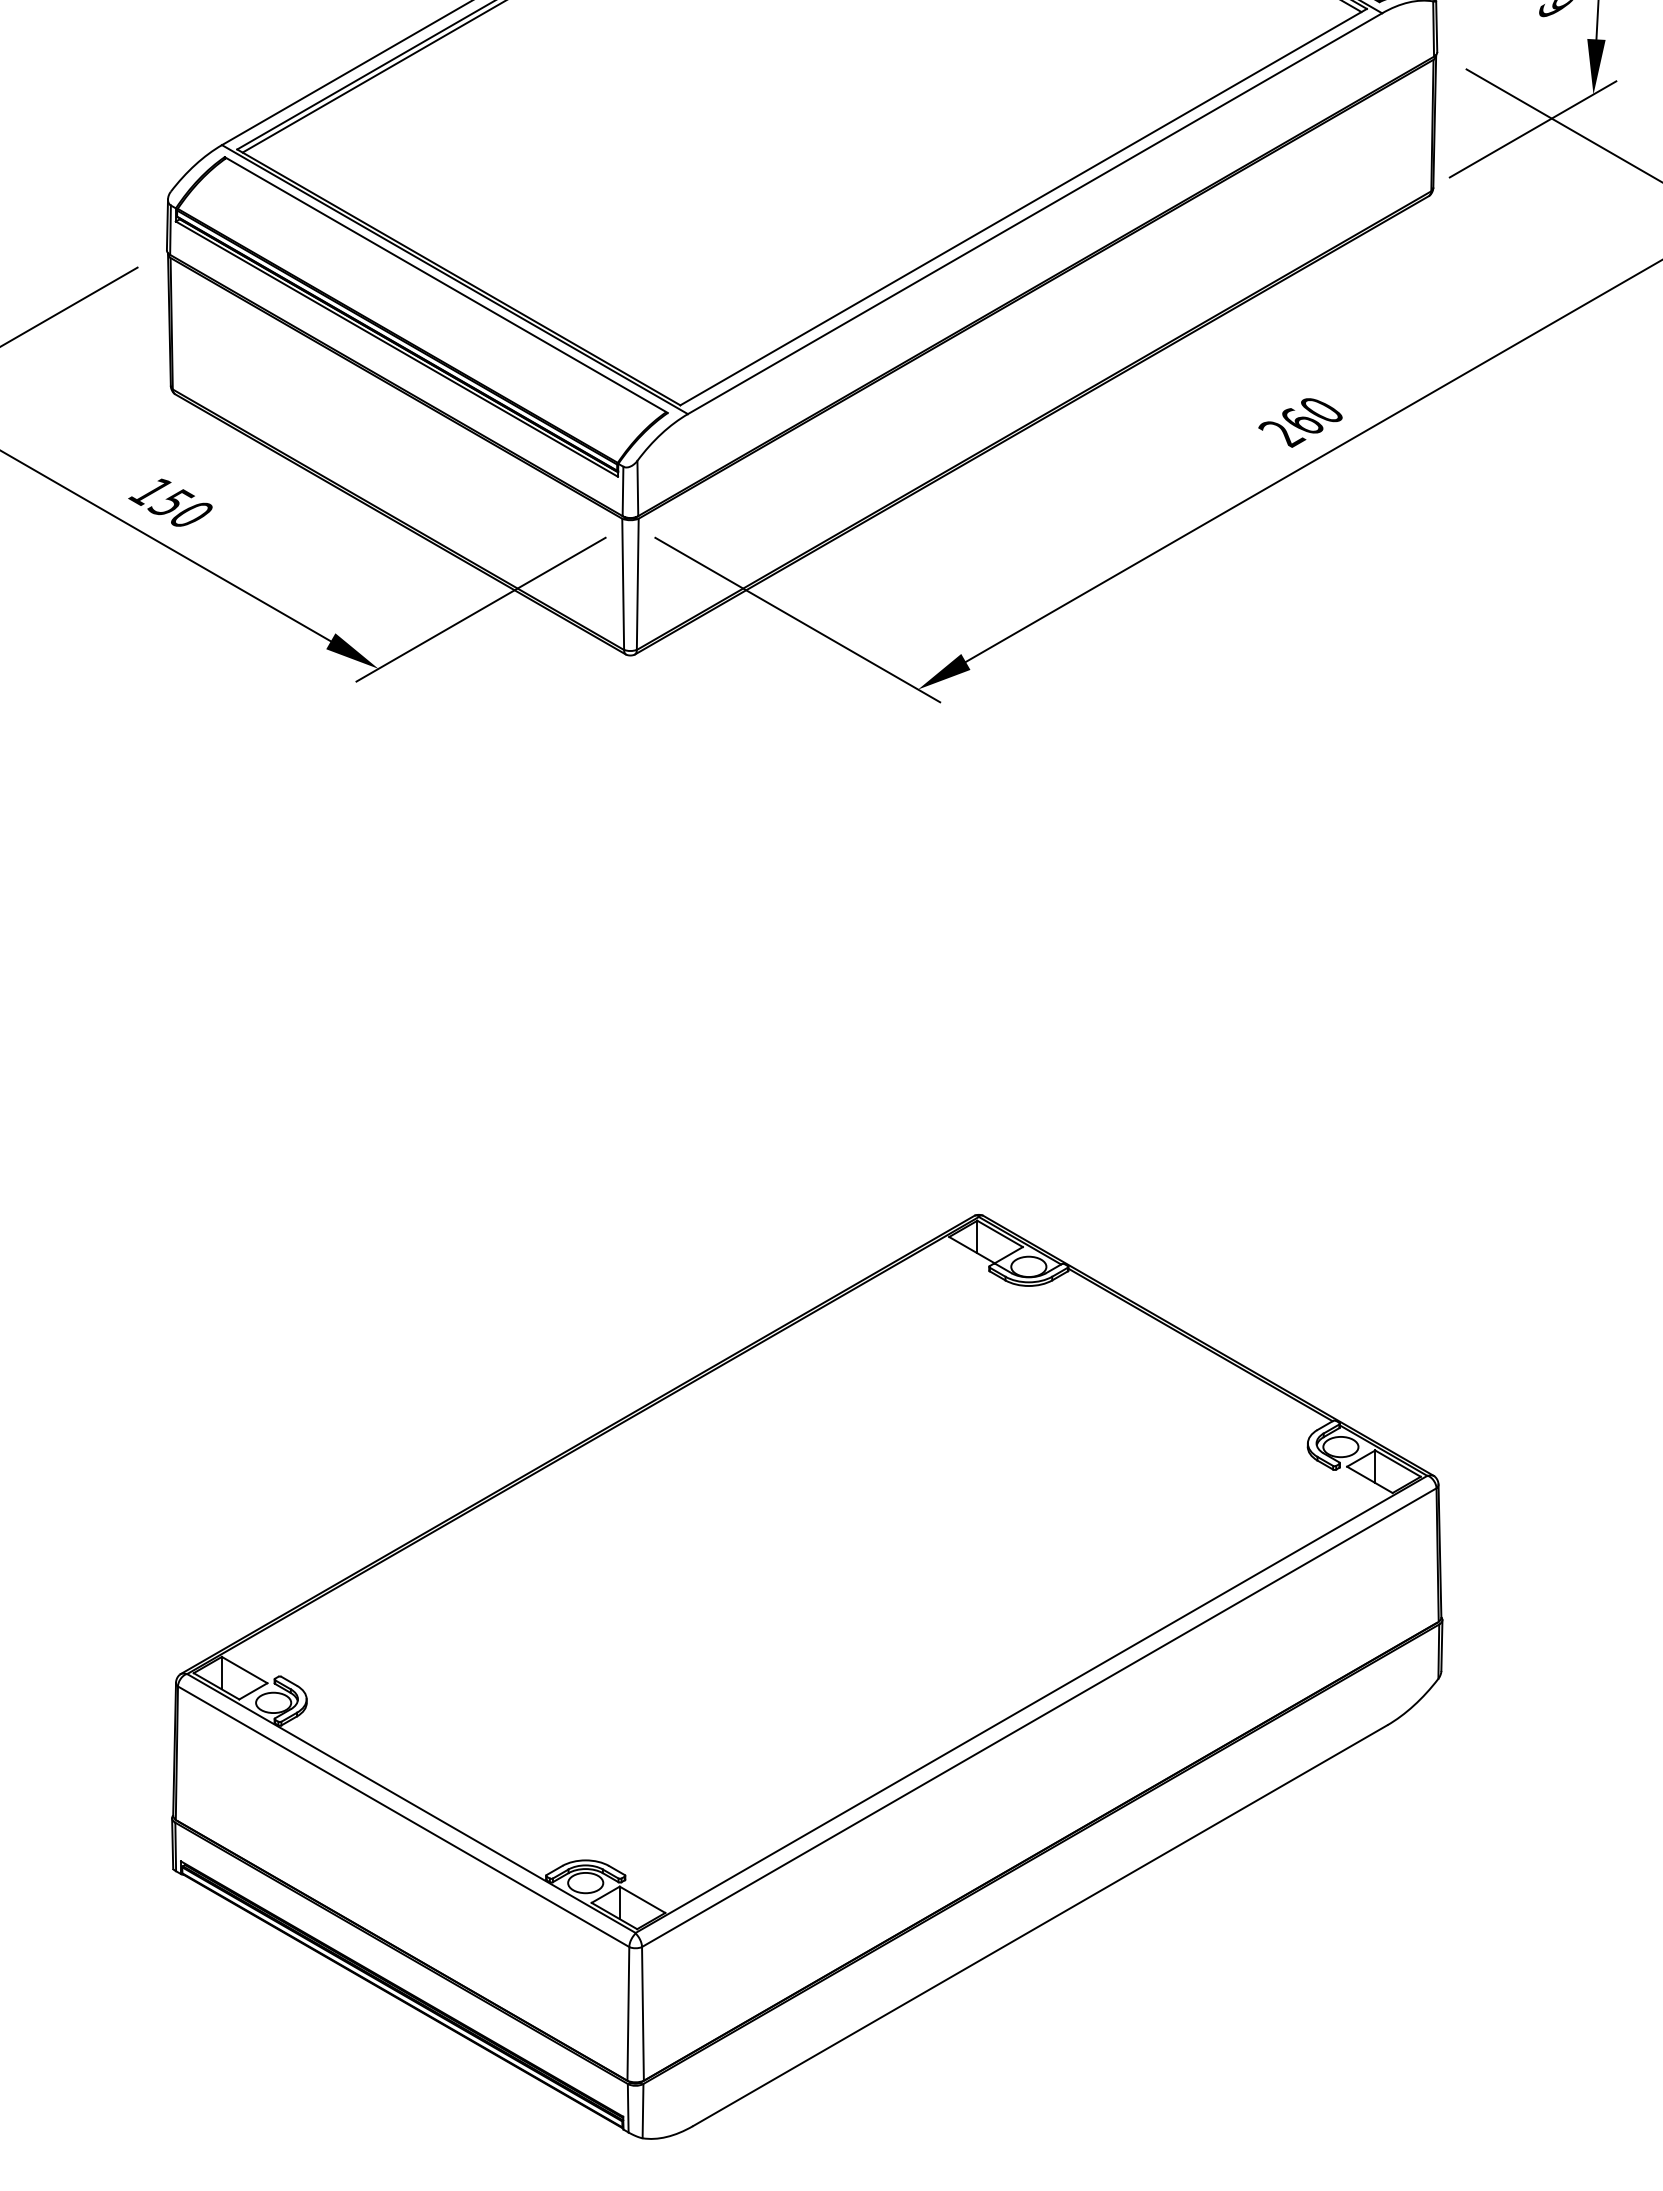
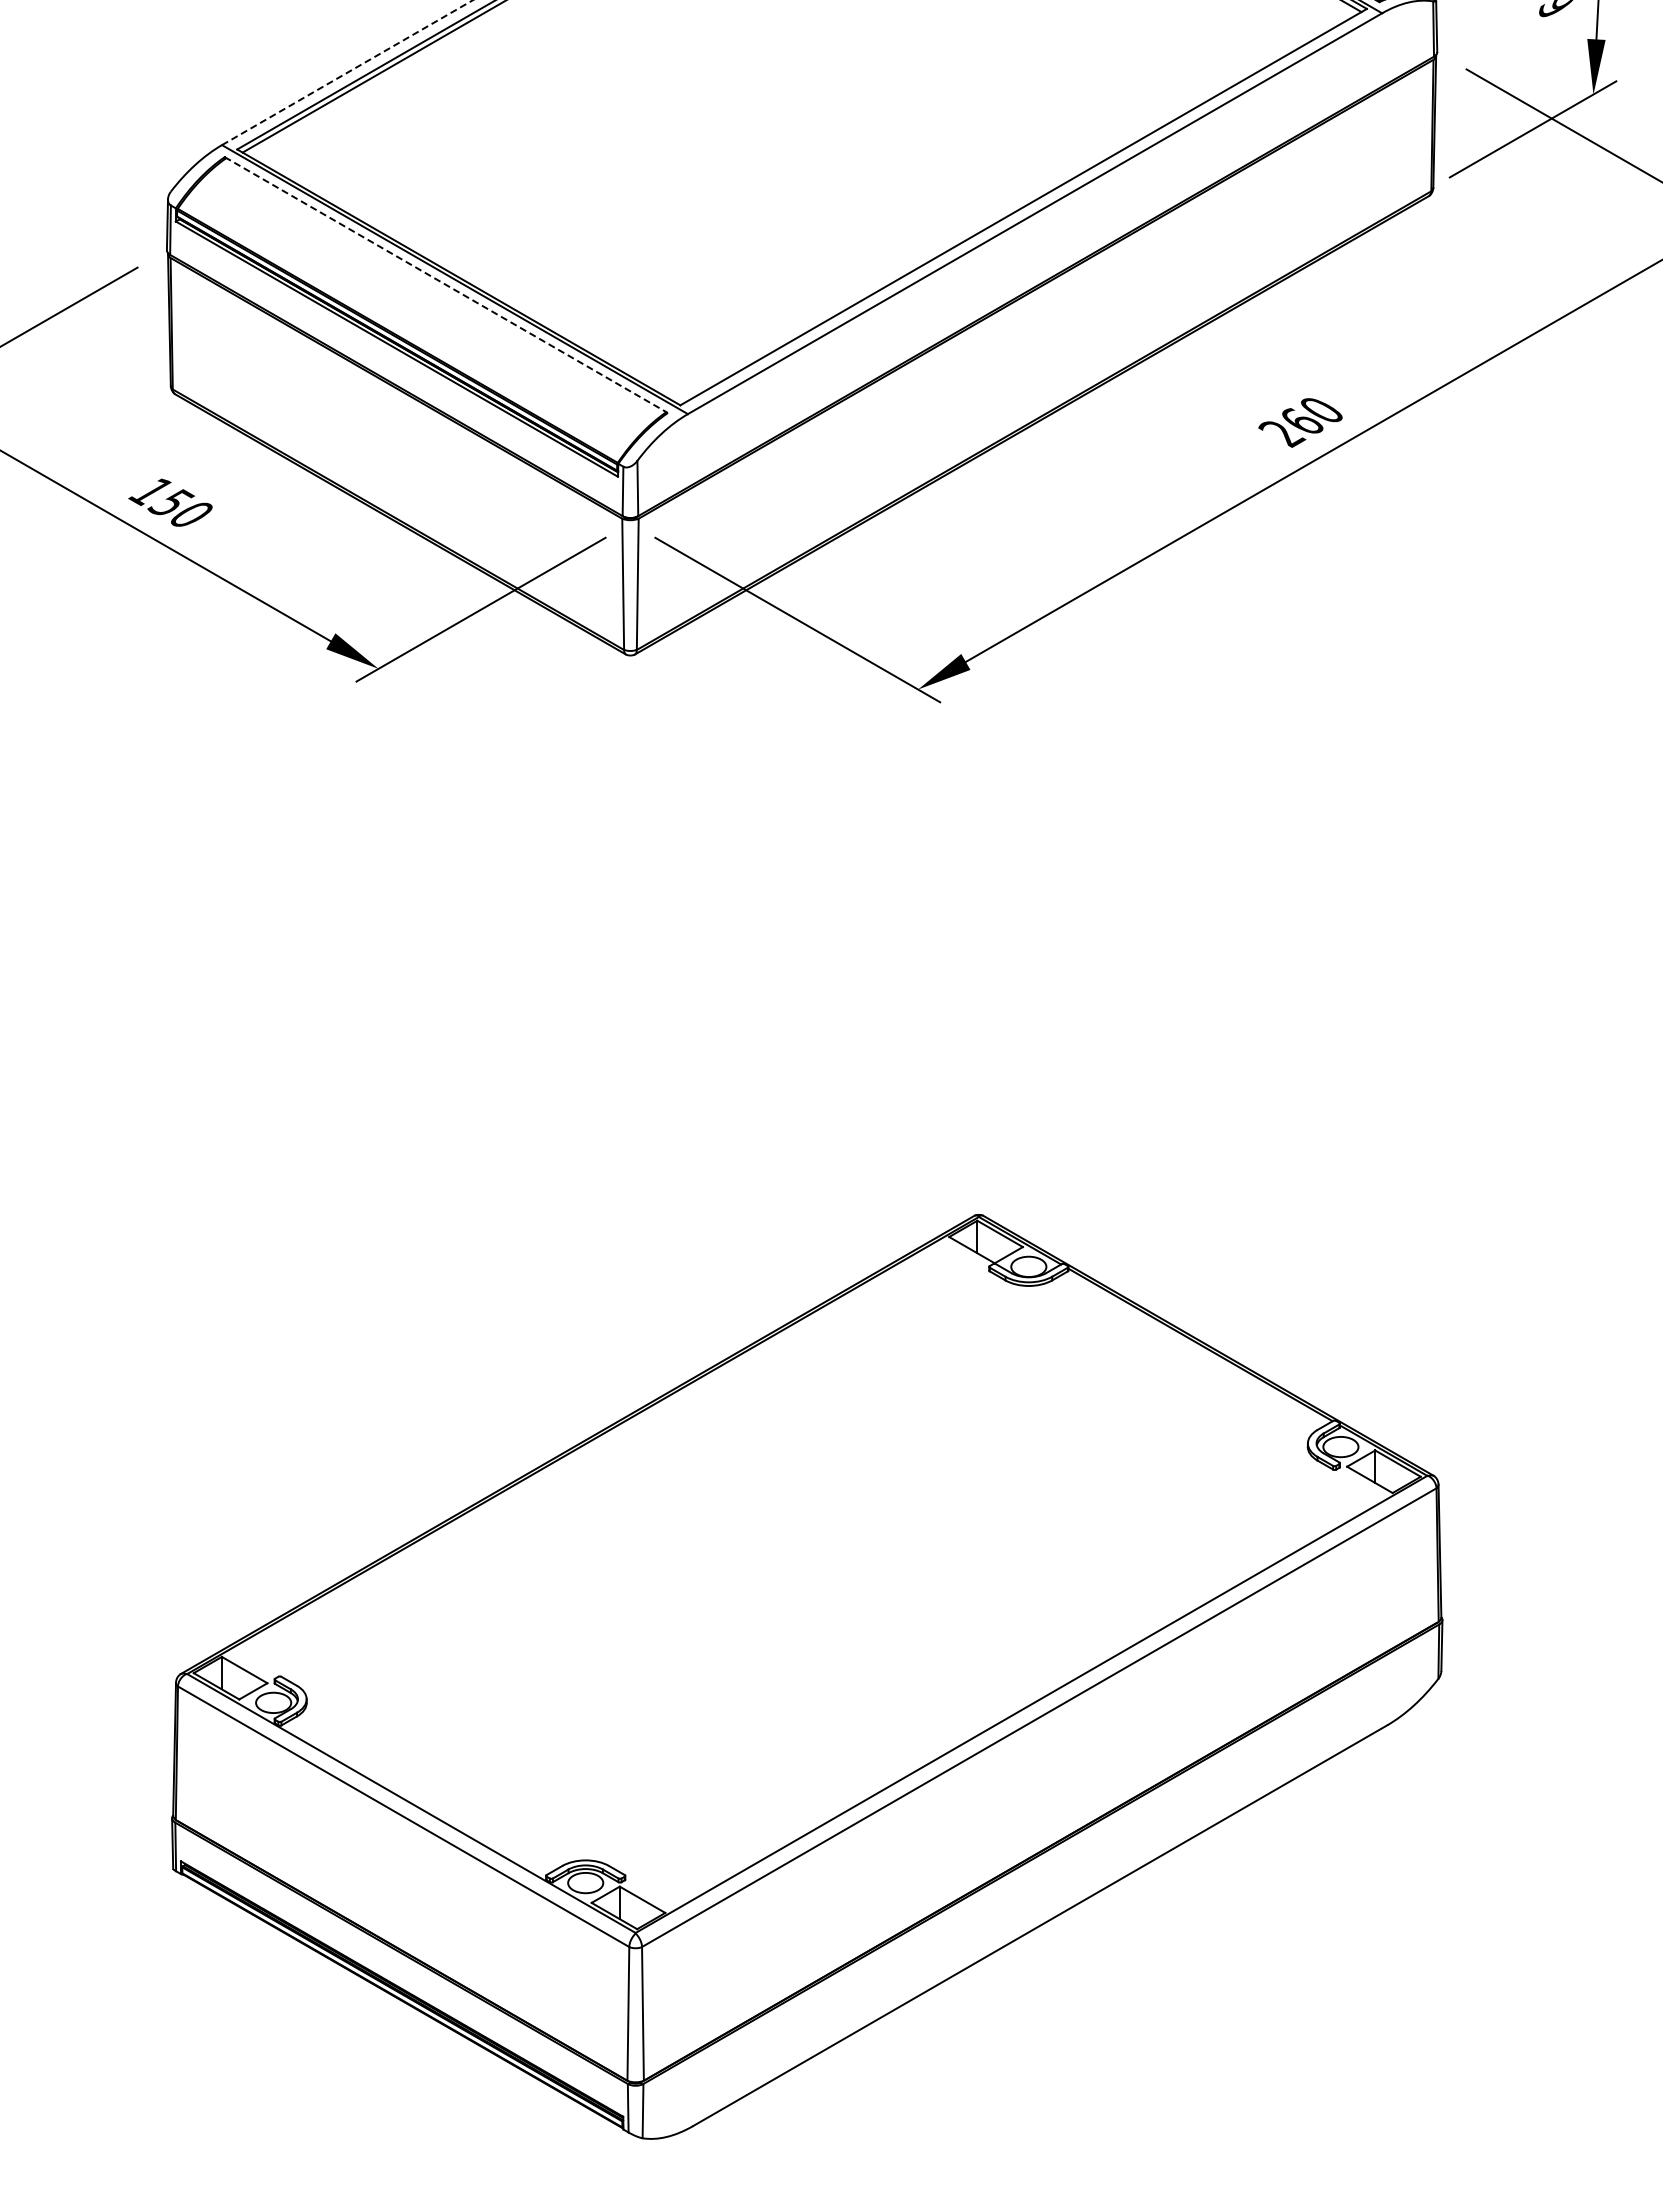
line at (347, 72): solid -> dashed
line at (446, 285): solid -> dashed
